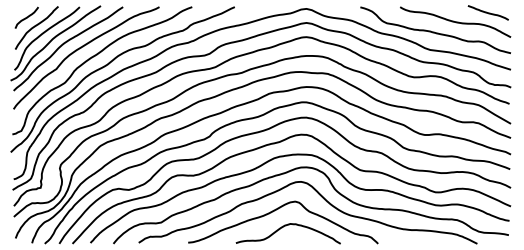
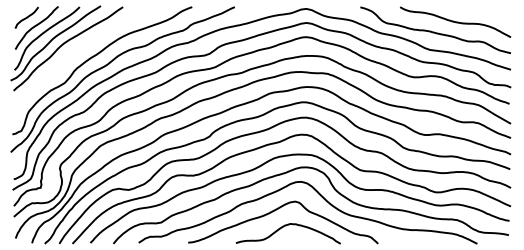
line at (487, 12): present -> none
curve at (81, 48): present -> none
